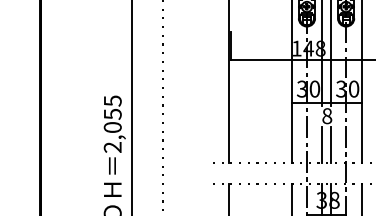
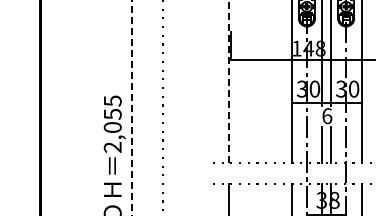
line at (229, 81): solid -> dashed
line at (131, 108): solid -> dashed
text at (327, 116): 8 -> 6
